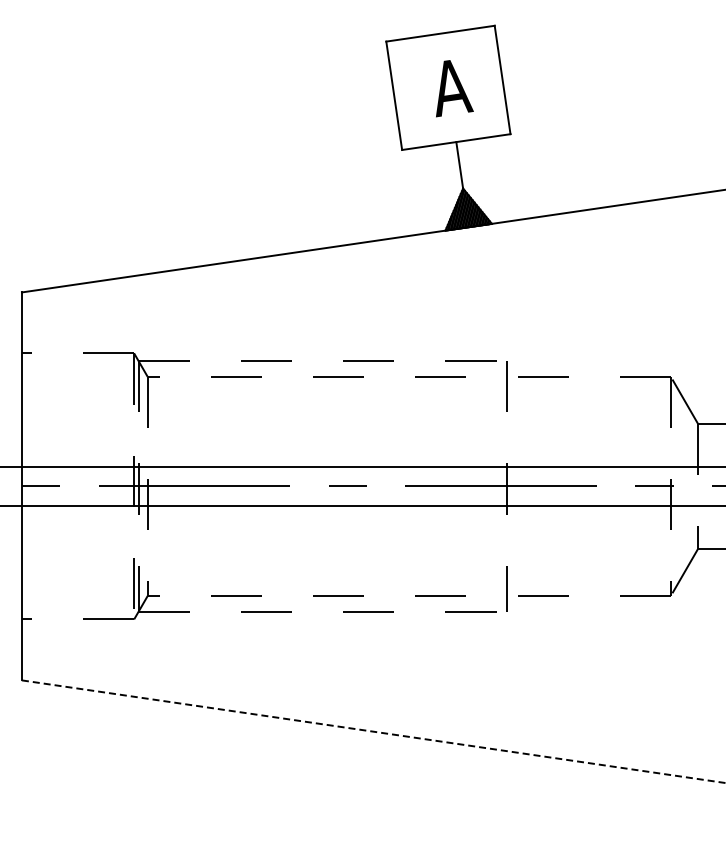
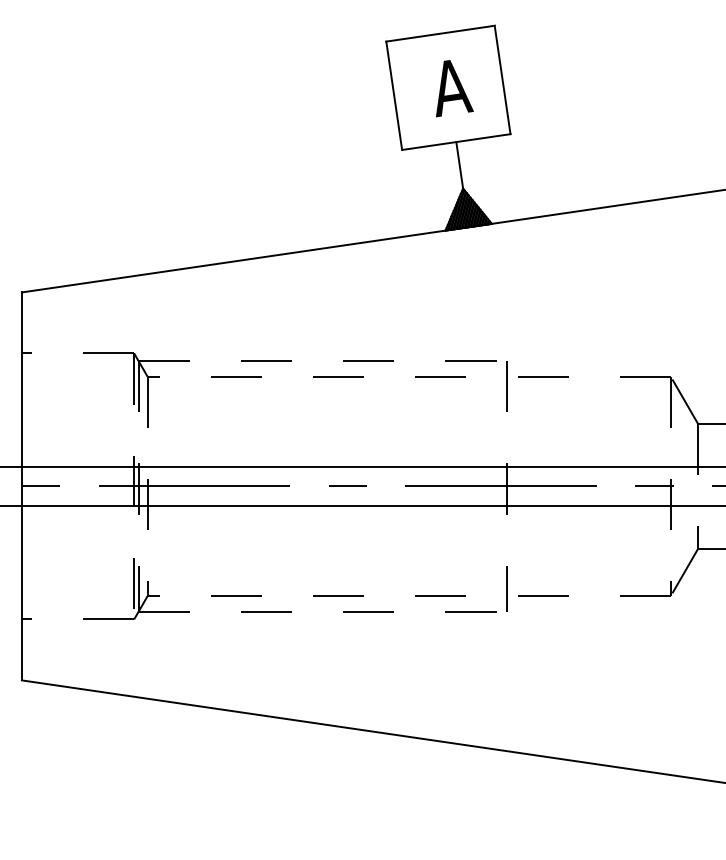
line at (374, 731): dashed -> solid
